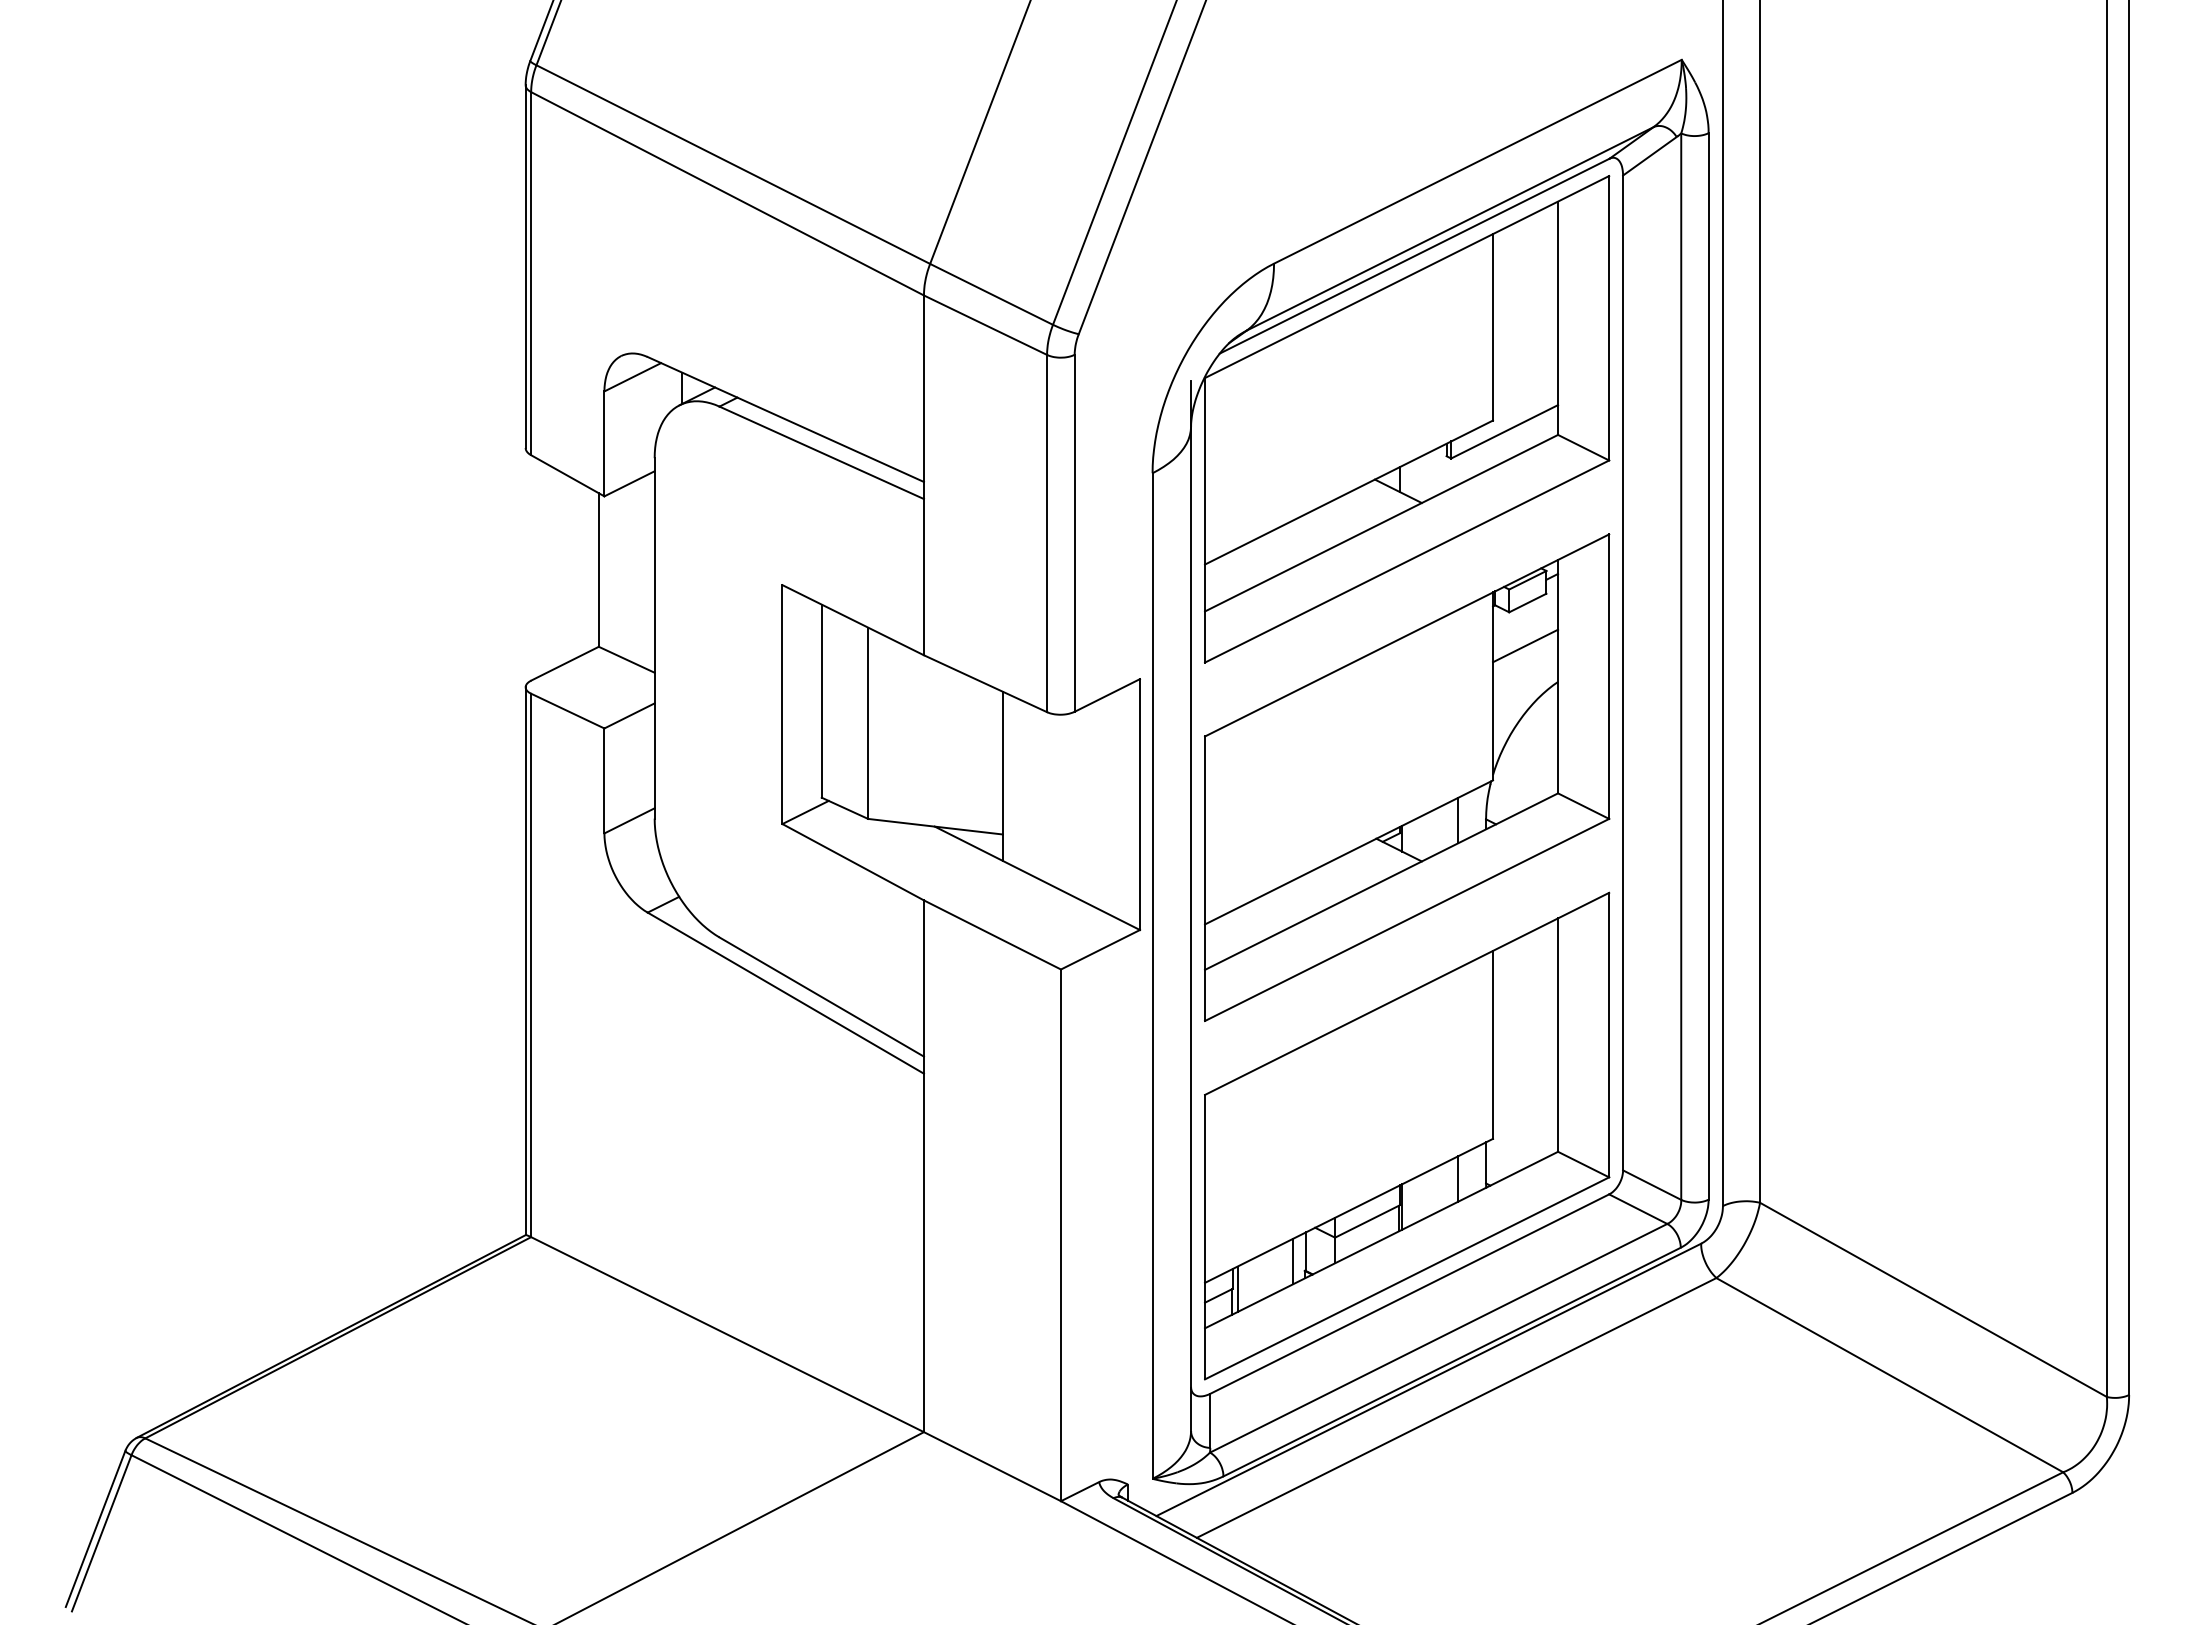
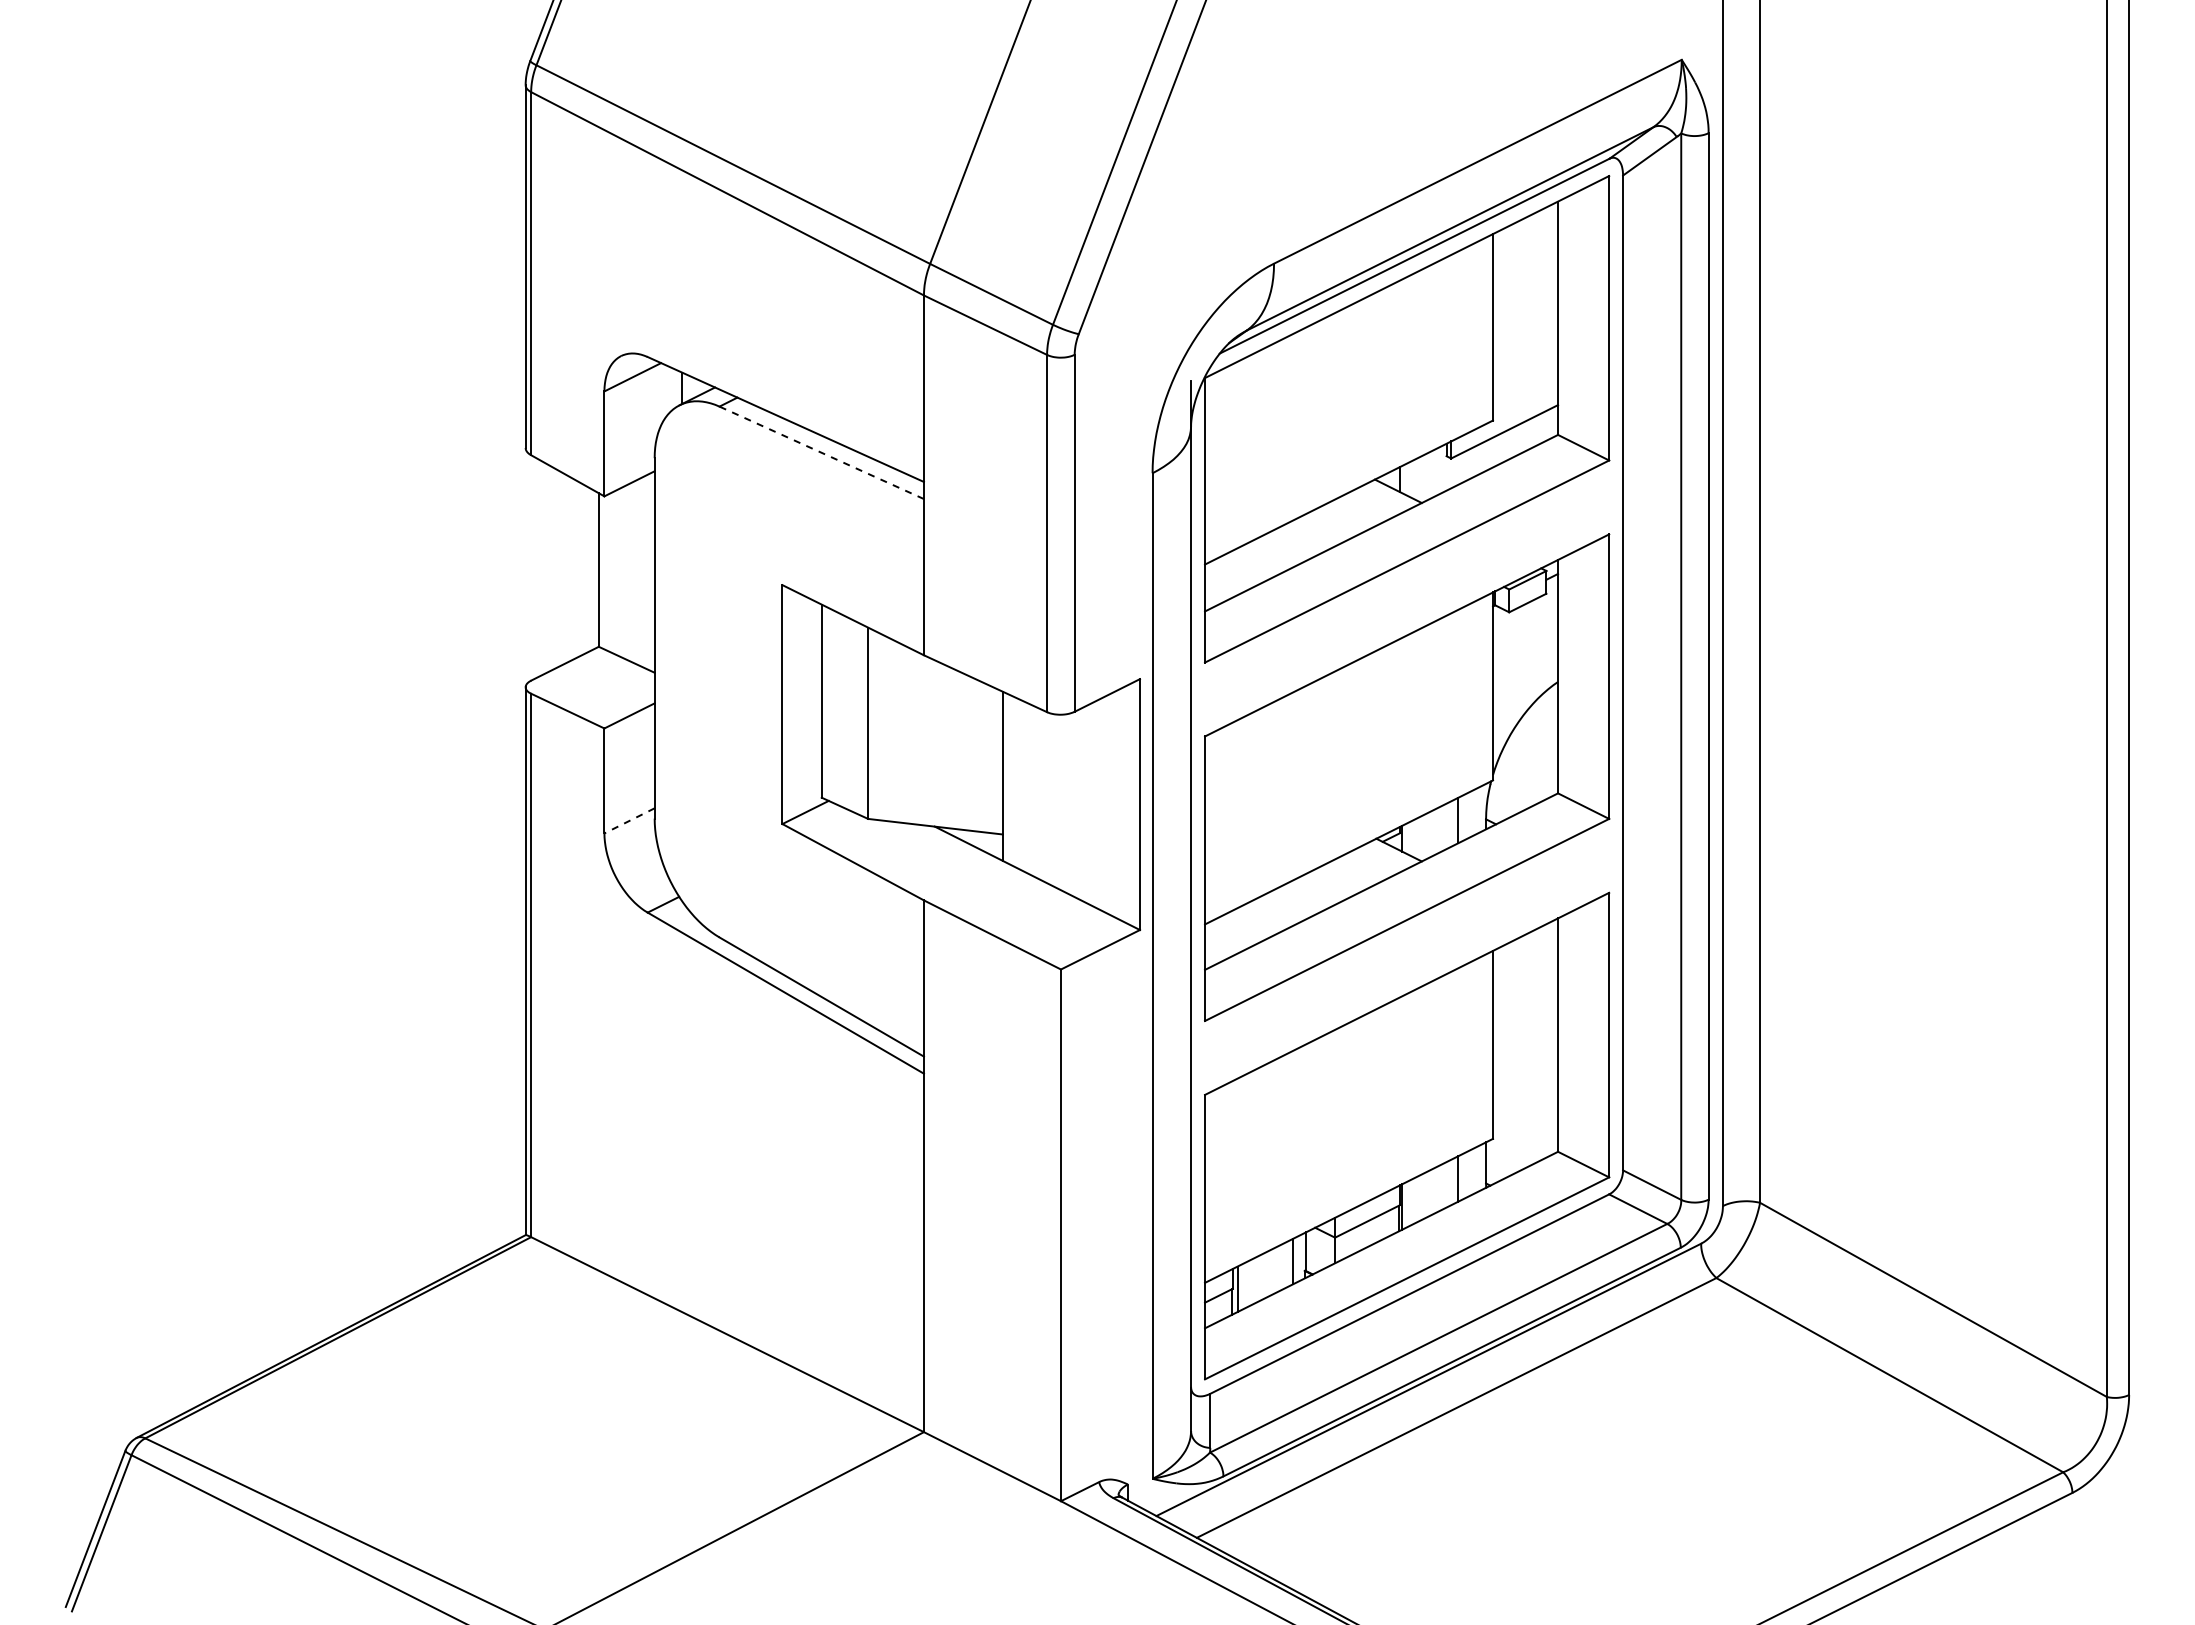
line at (821, 452): solid -> dashed
line at (1525, 645): present -> none
line at (629, 821): solid -> dashed
